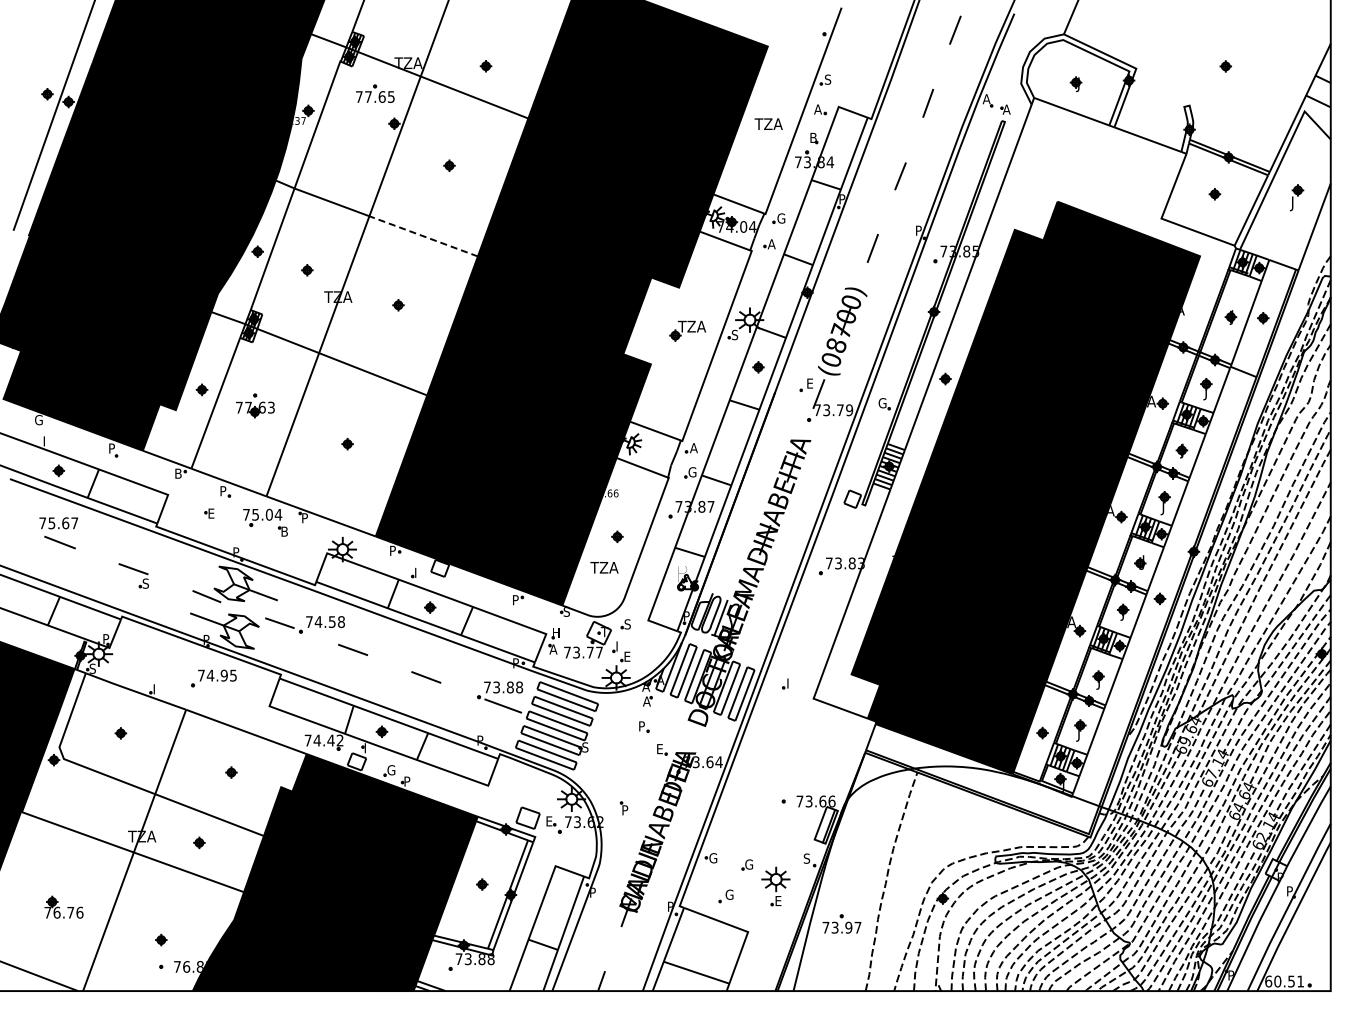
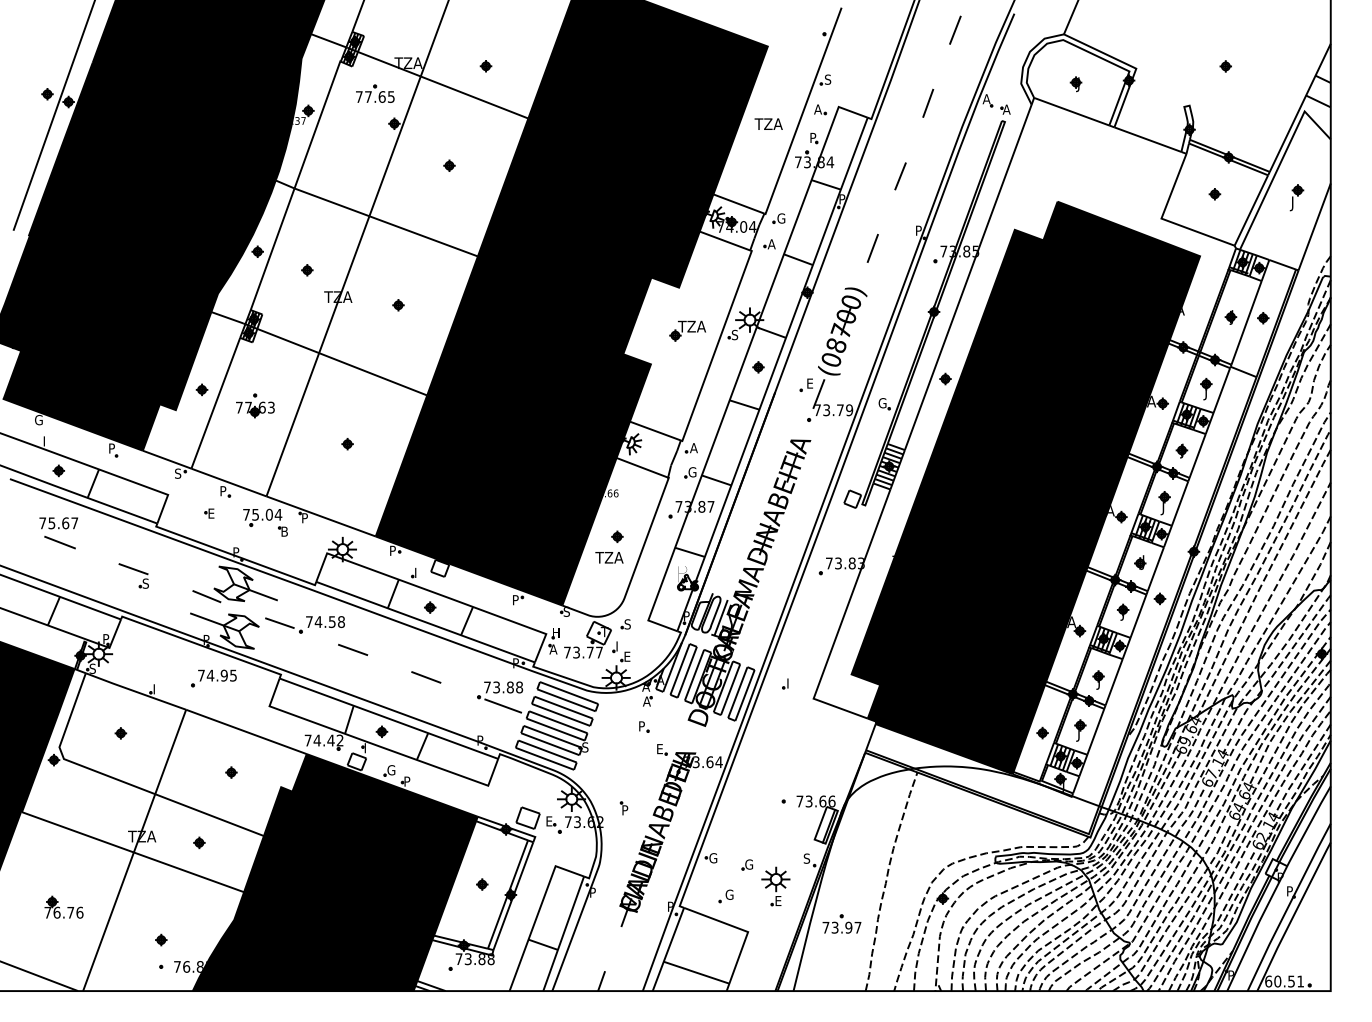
text at (813, 137): B -> P
line at (423, 236): dashed -> solid
text at (178, 473): B -> S
text at (604, 567) position: (604, 567) -> (609, 557)
